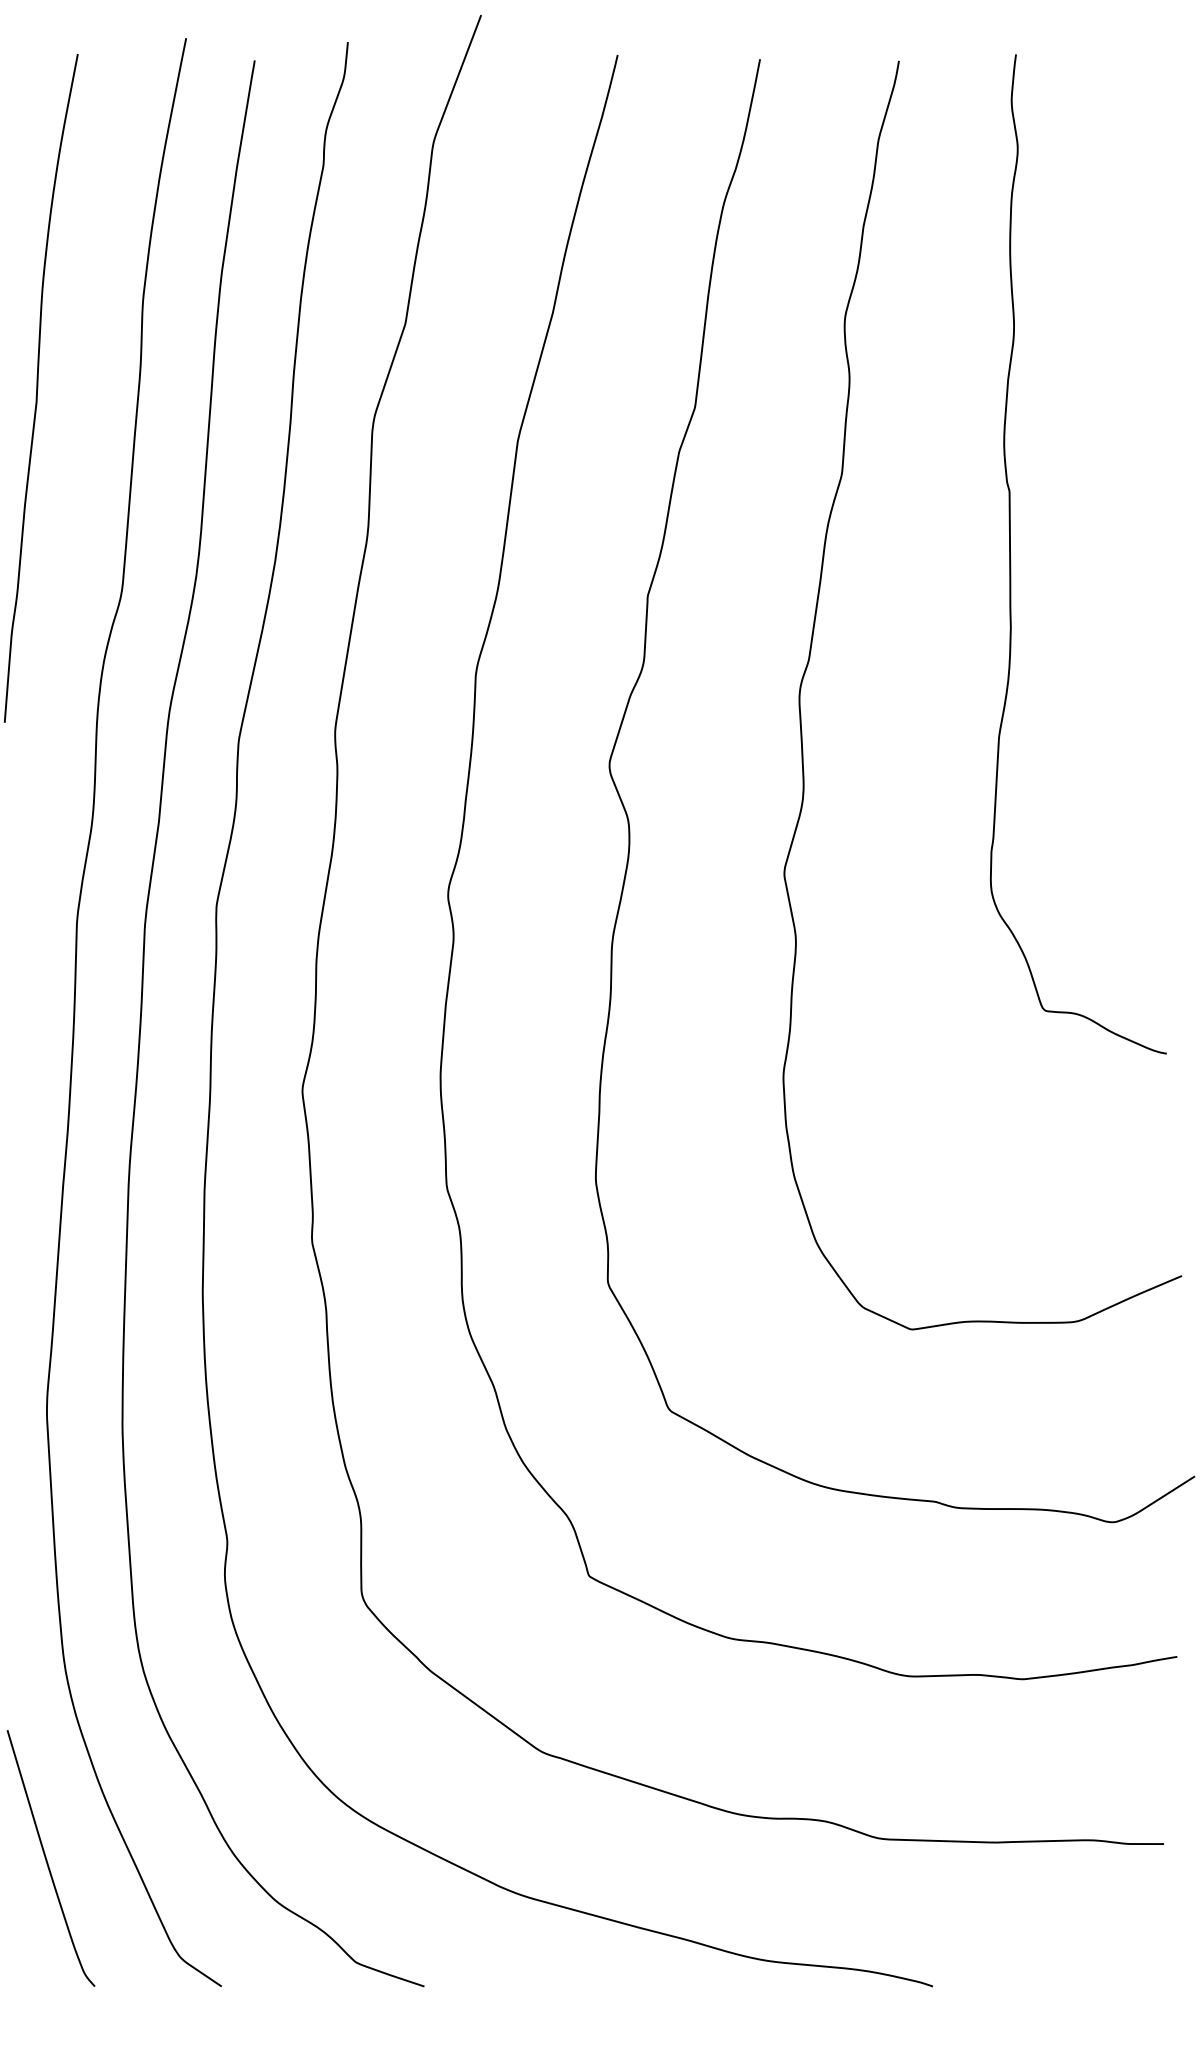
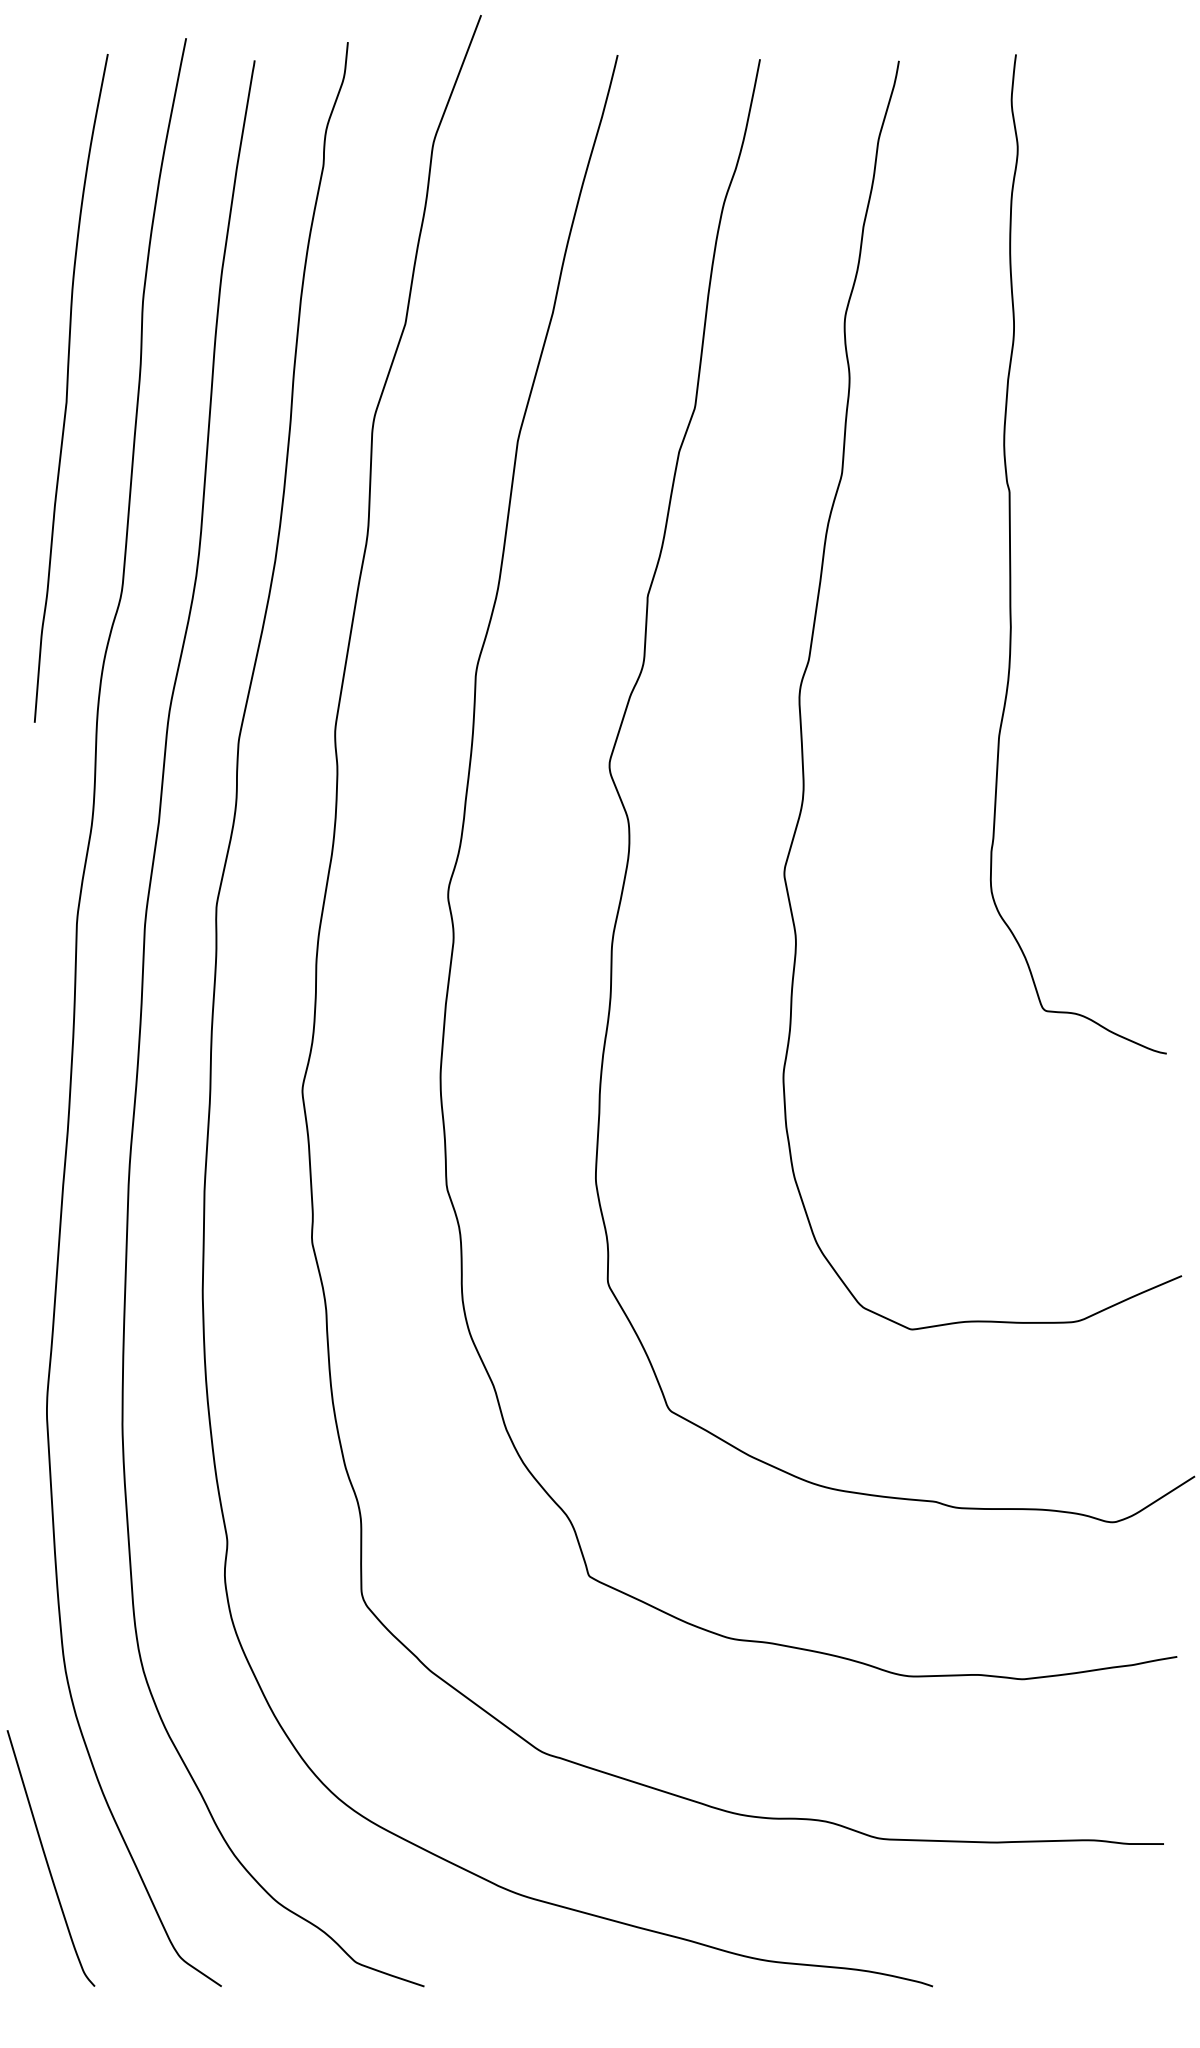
curve at (38, 388) position: (38, 388) -> (68, 388)
